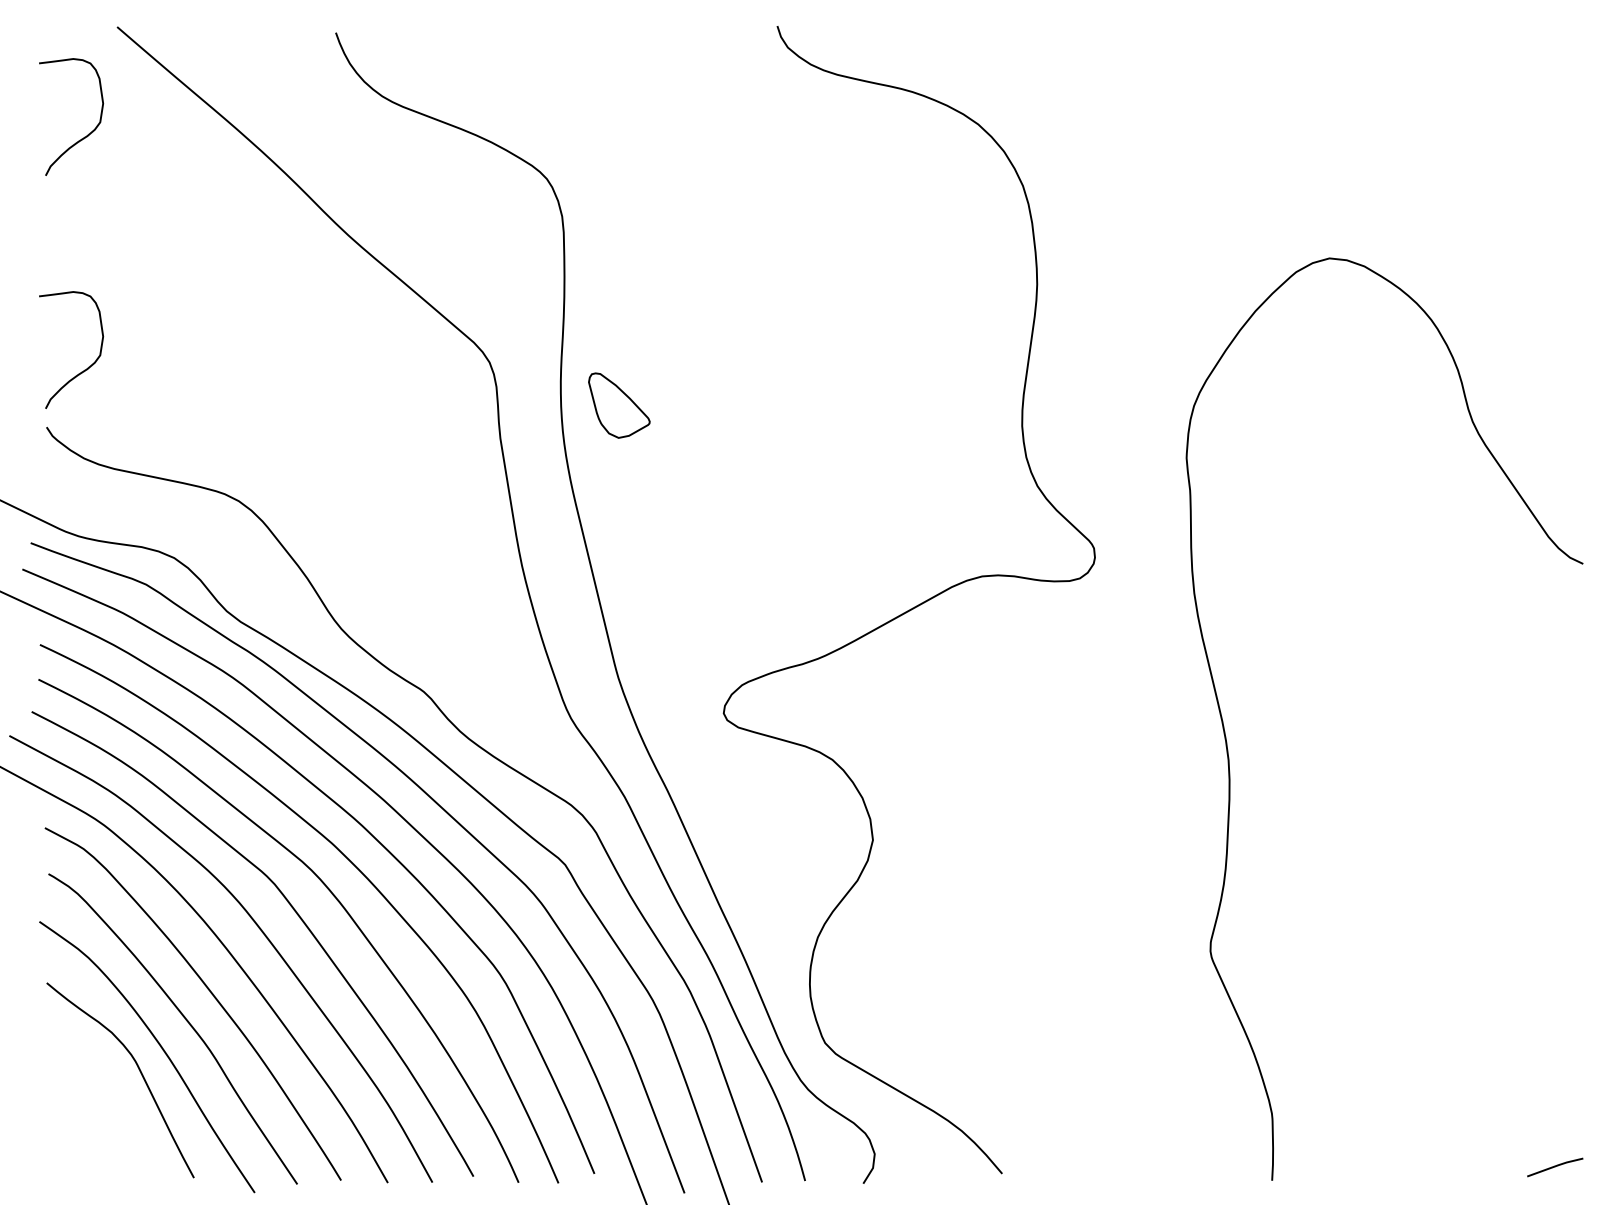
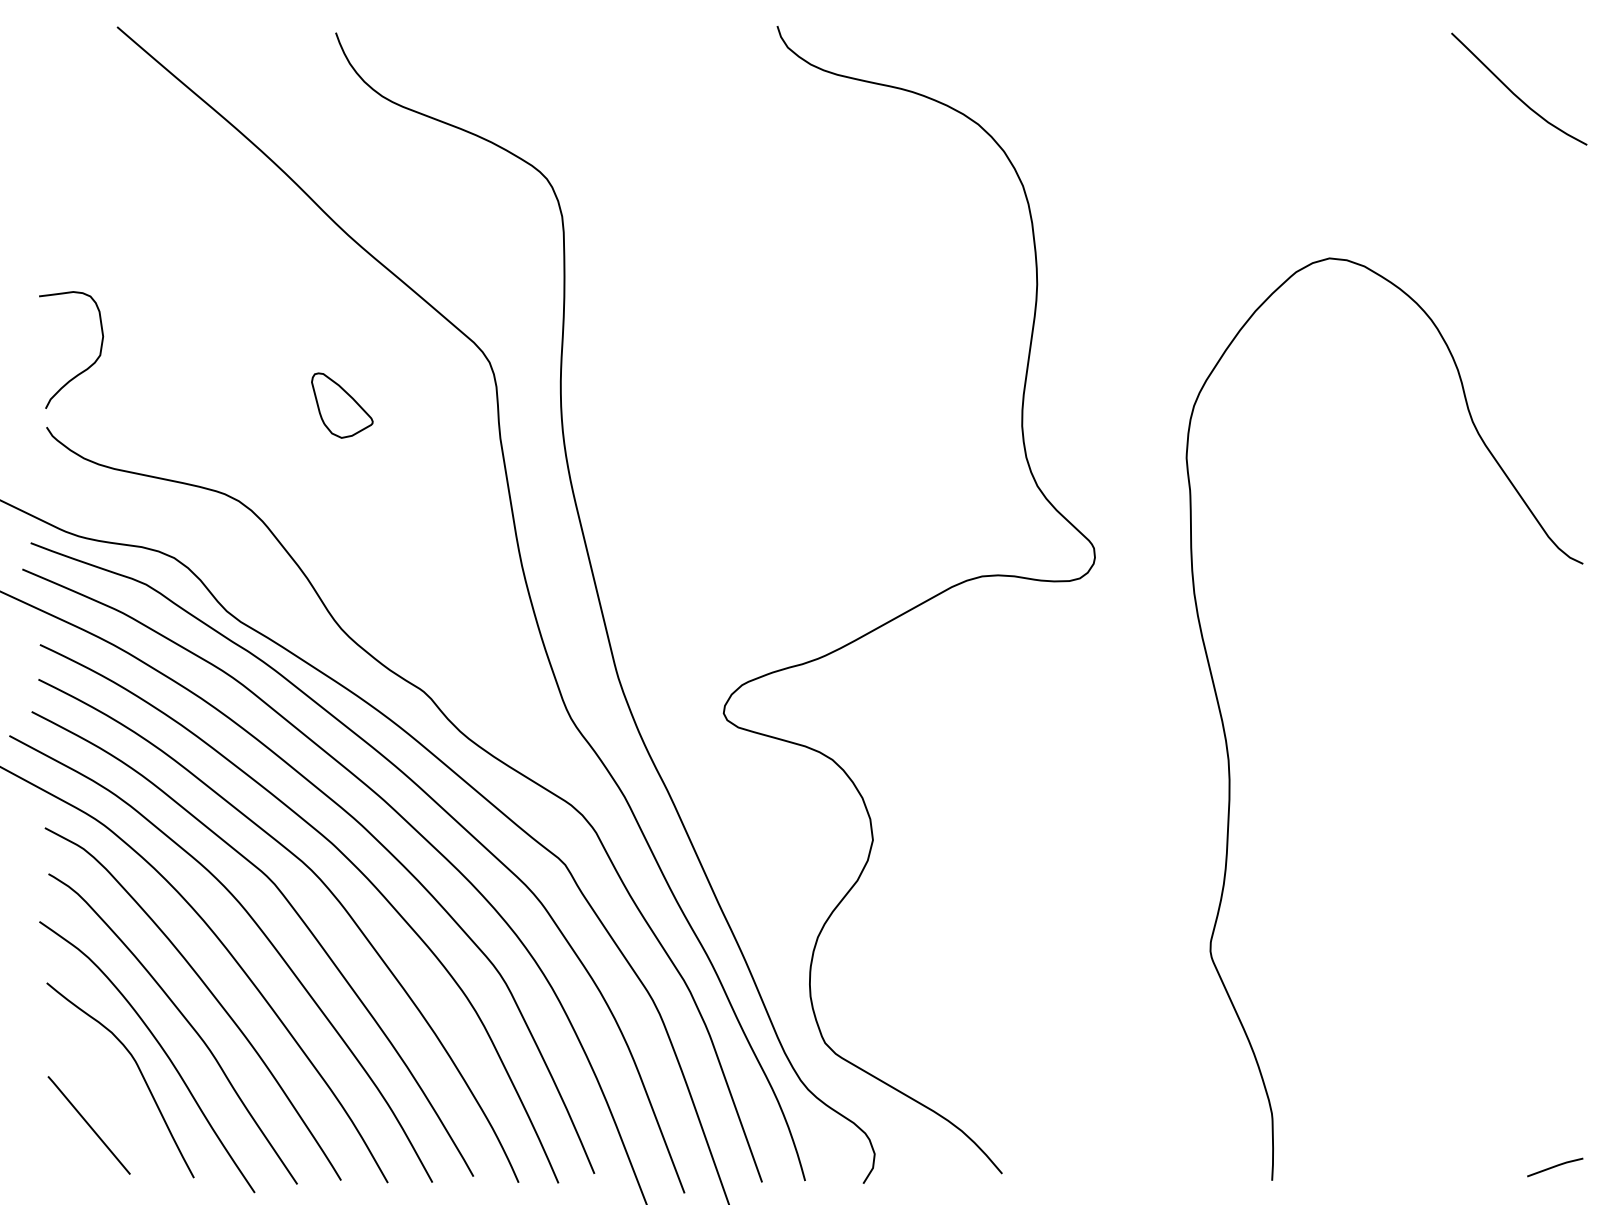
curve at (1514, 93): none -> present
curve at (84, 136): present -> none
part at (619, 405) position: (619, 405) -> (342, 405)
line at (88, 1125): none -> present
